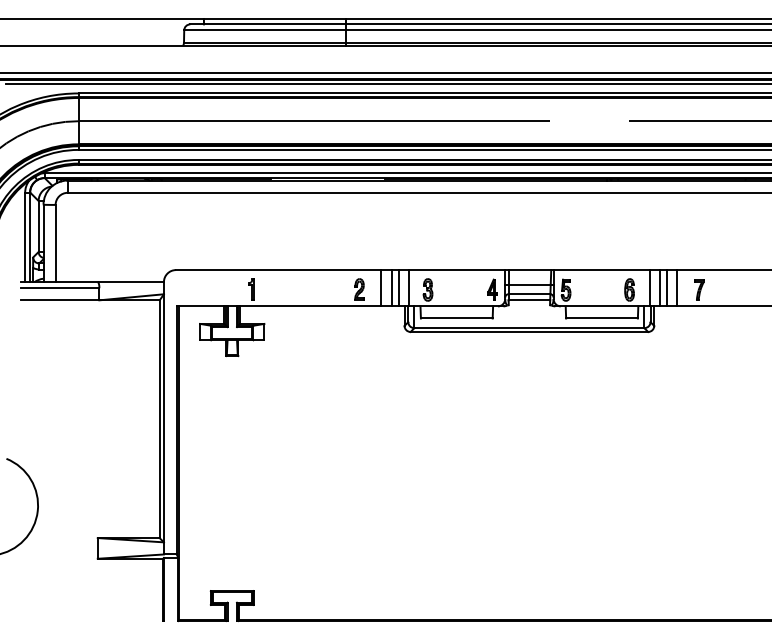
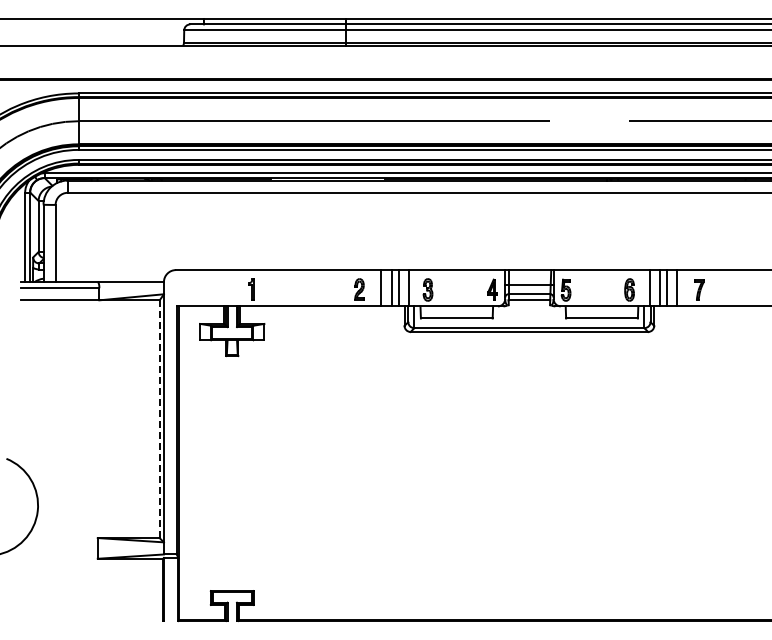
line at (385, 72): present -> none
line at (387, 83): present -> none
line at (159, 419): solid -> dashed
